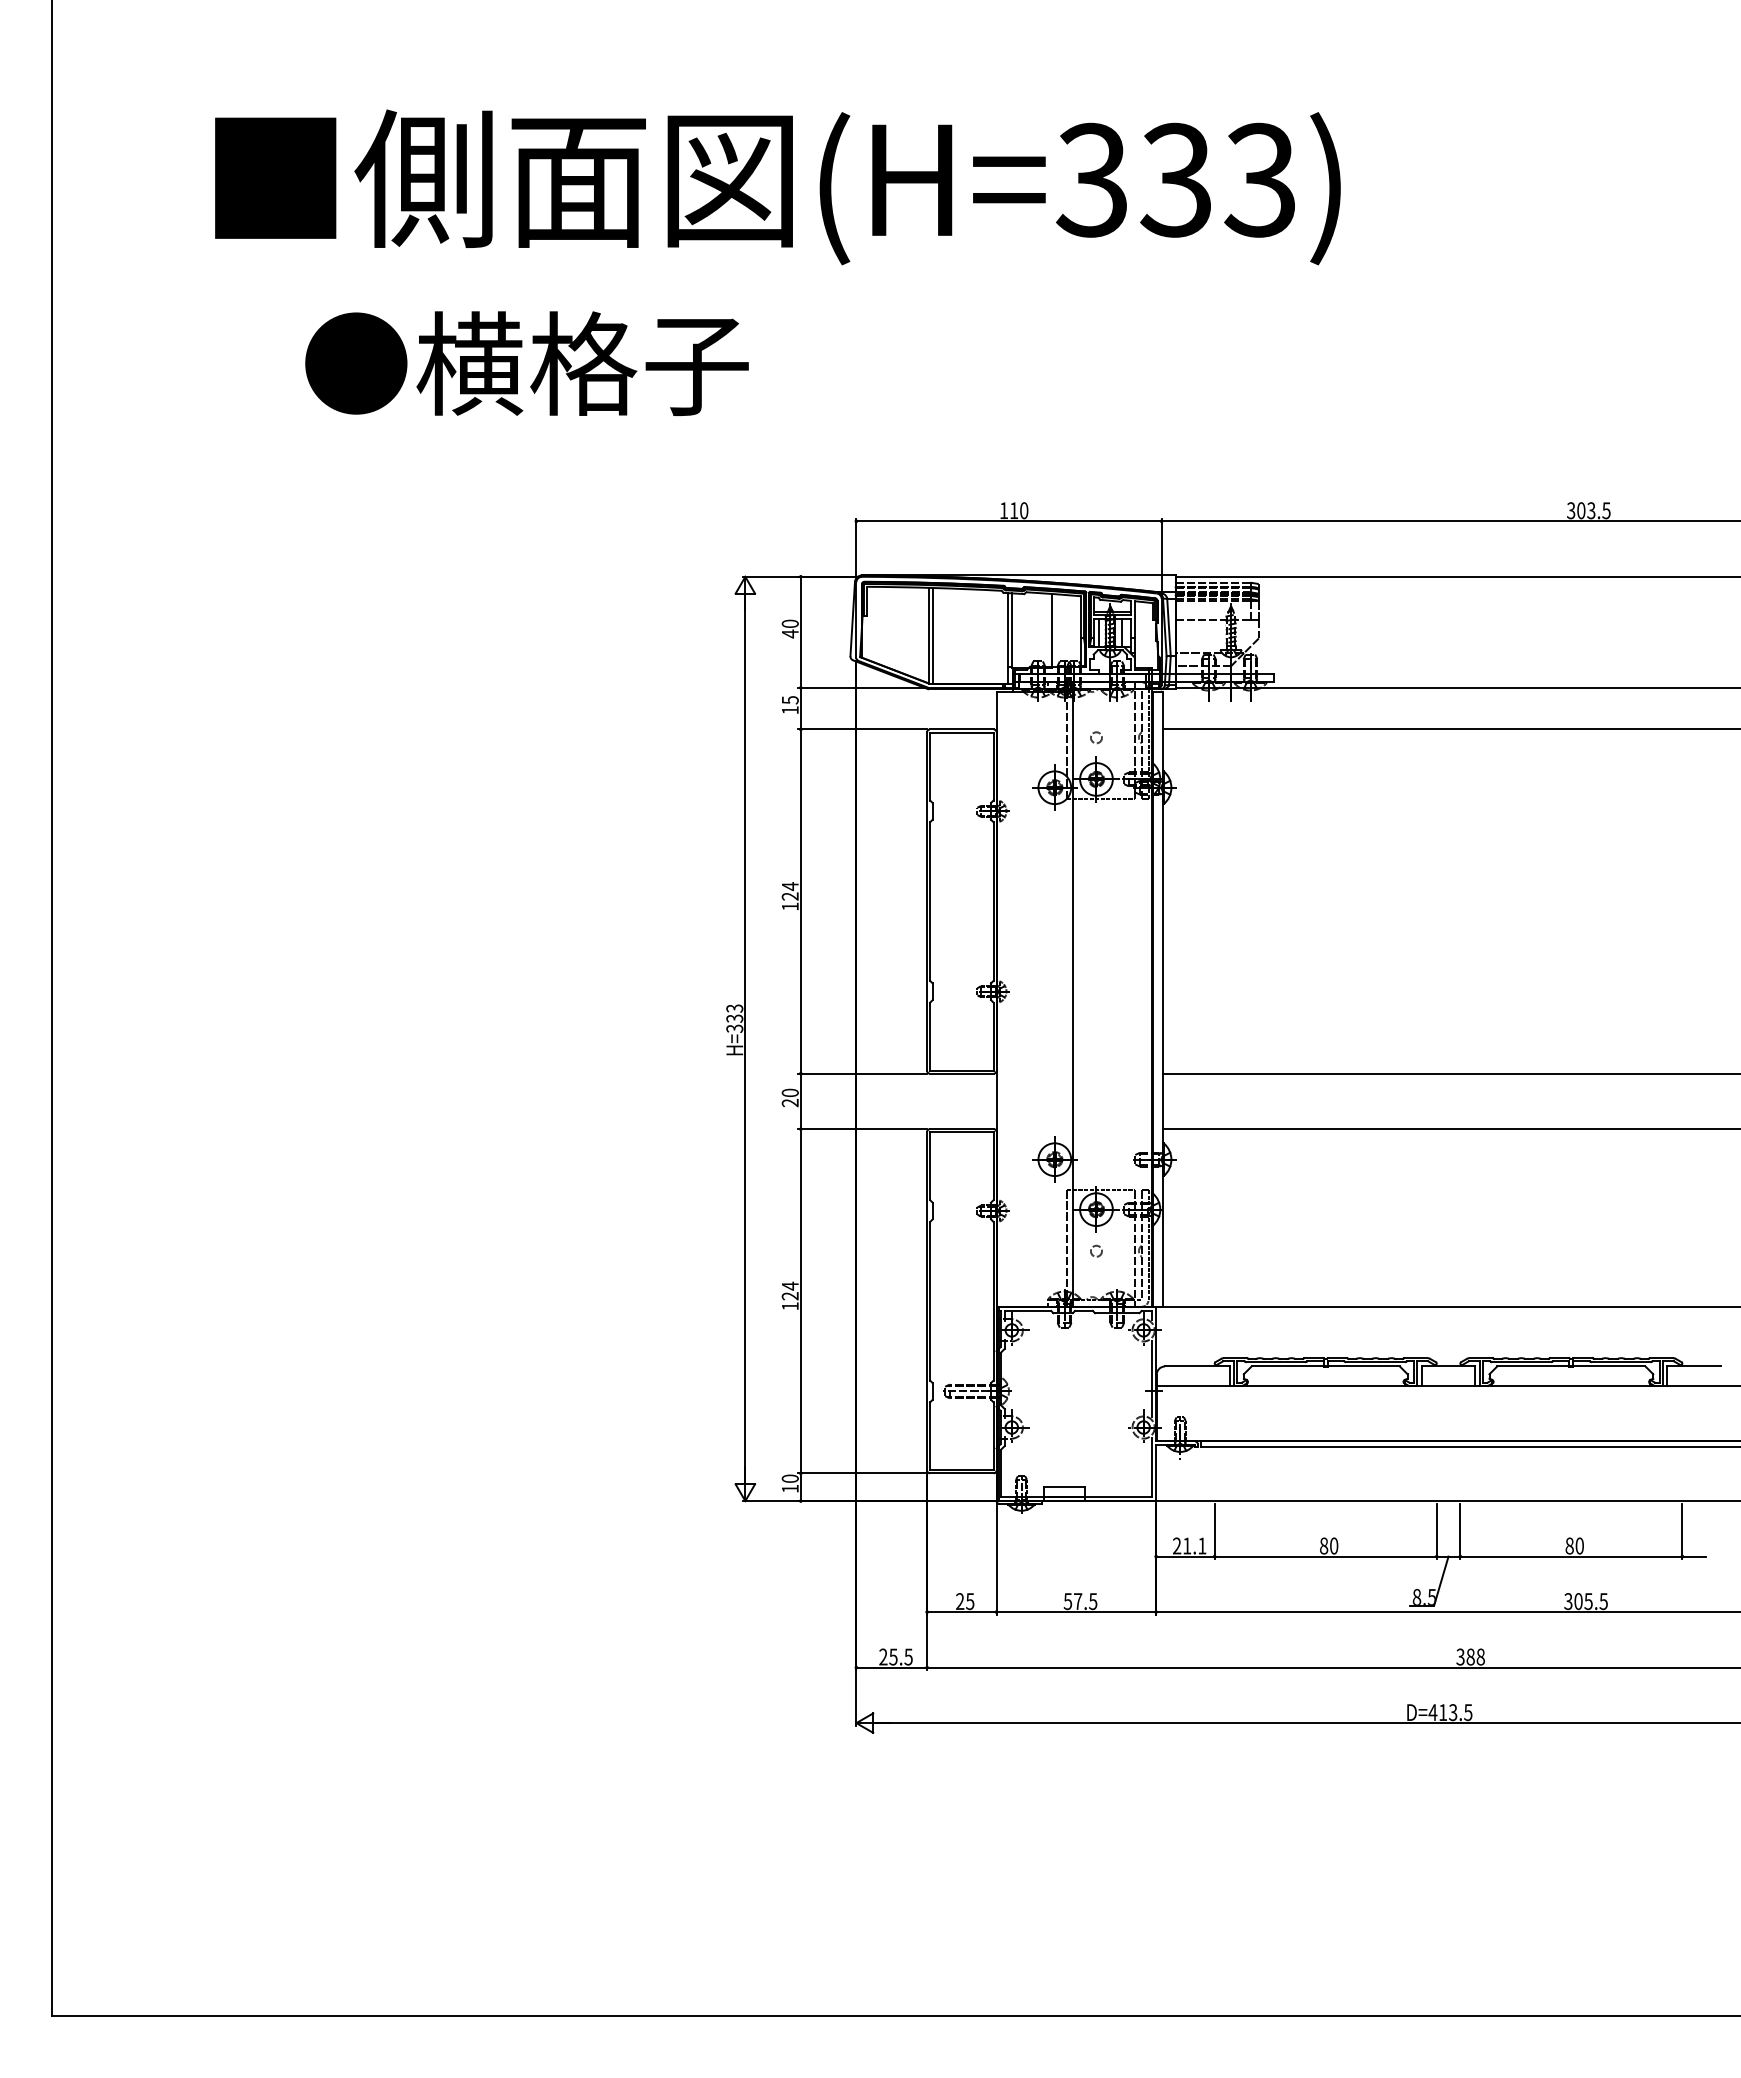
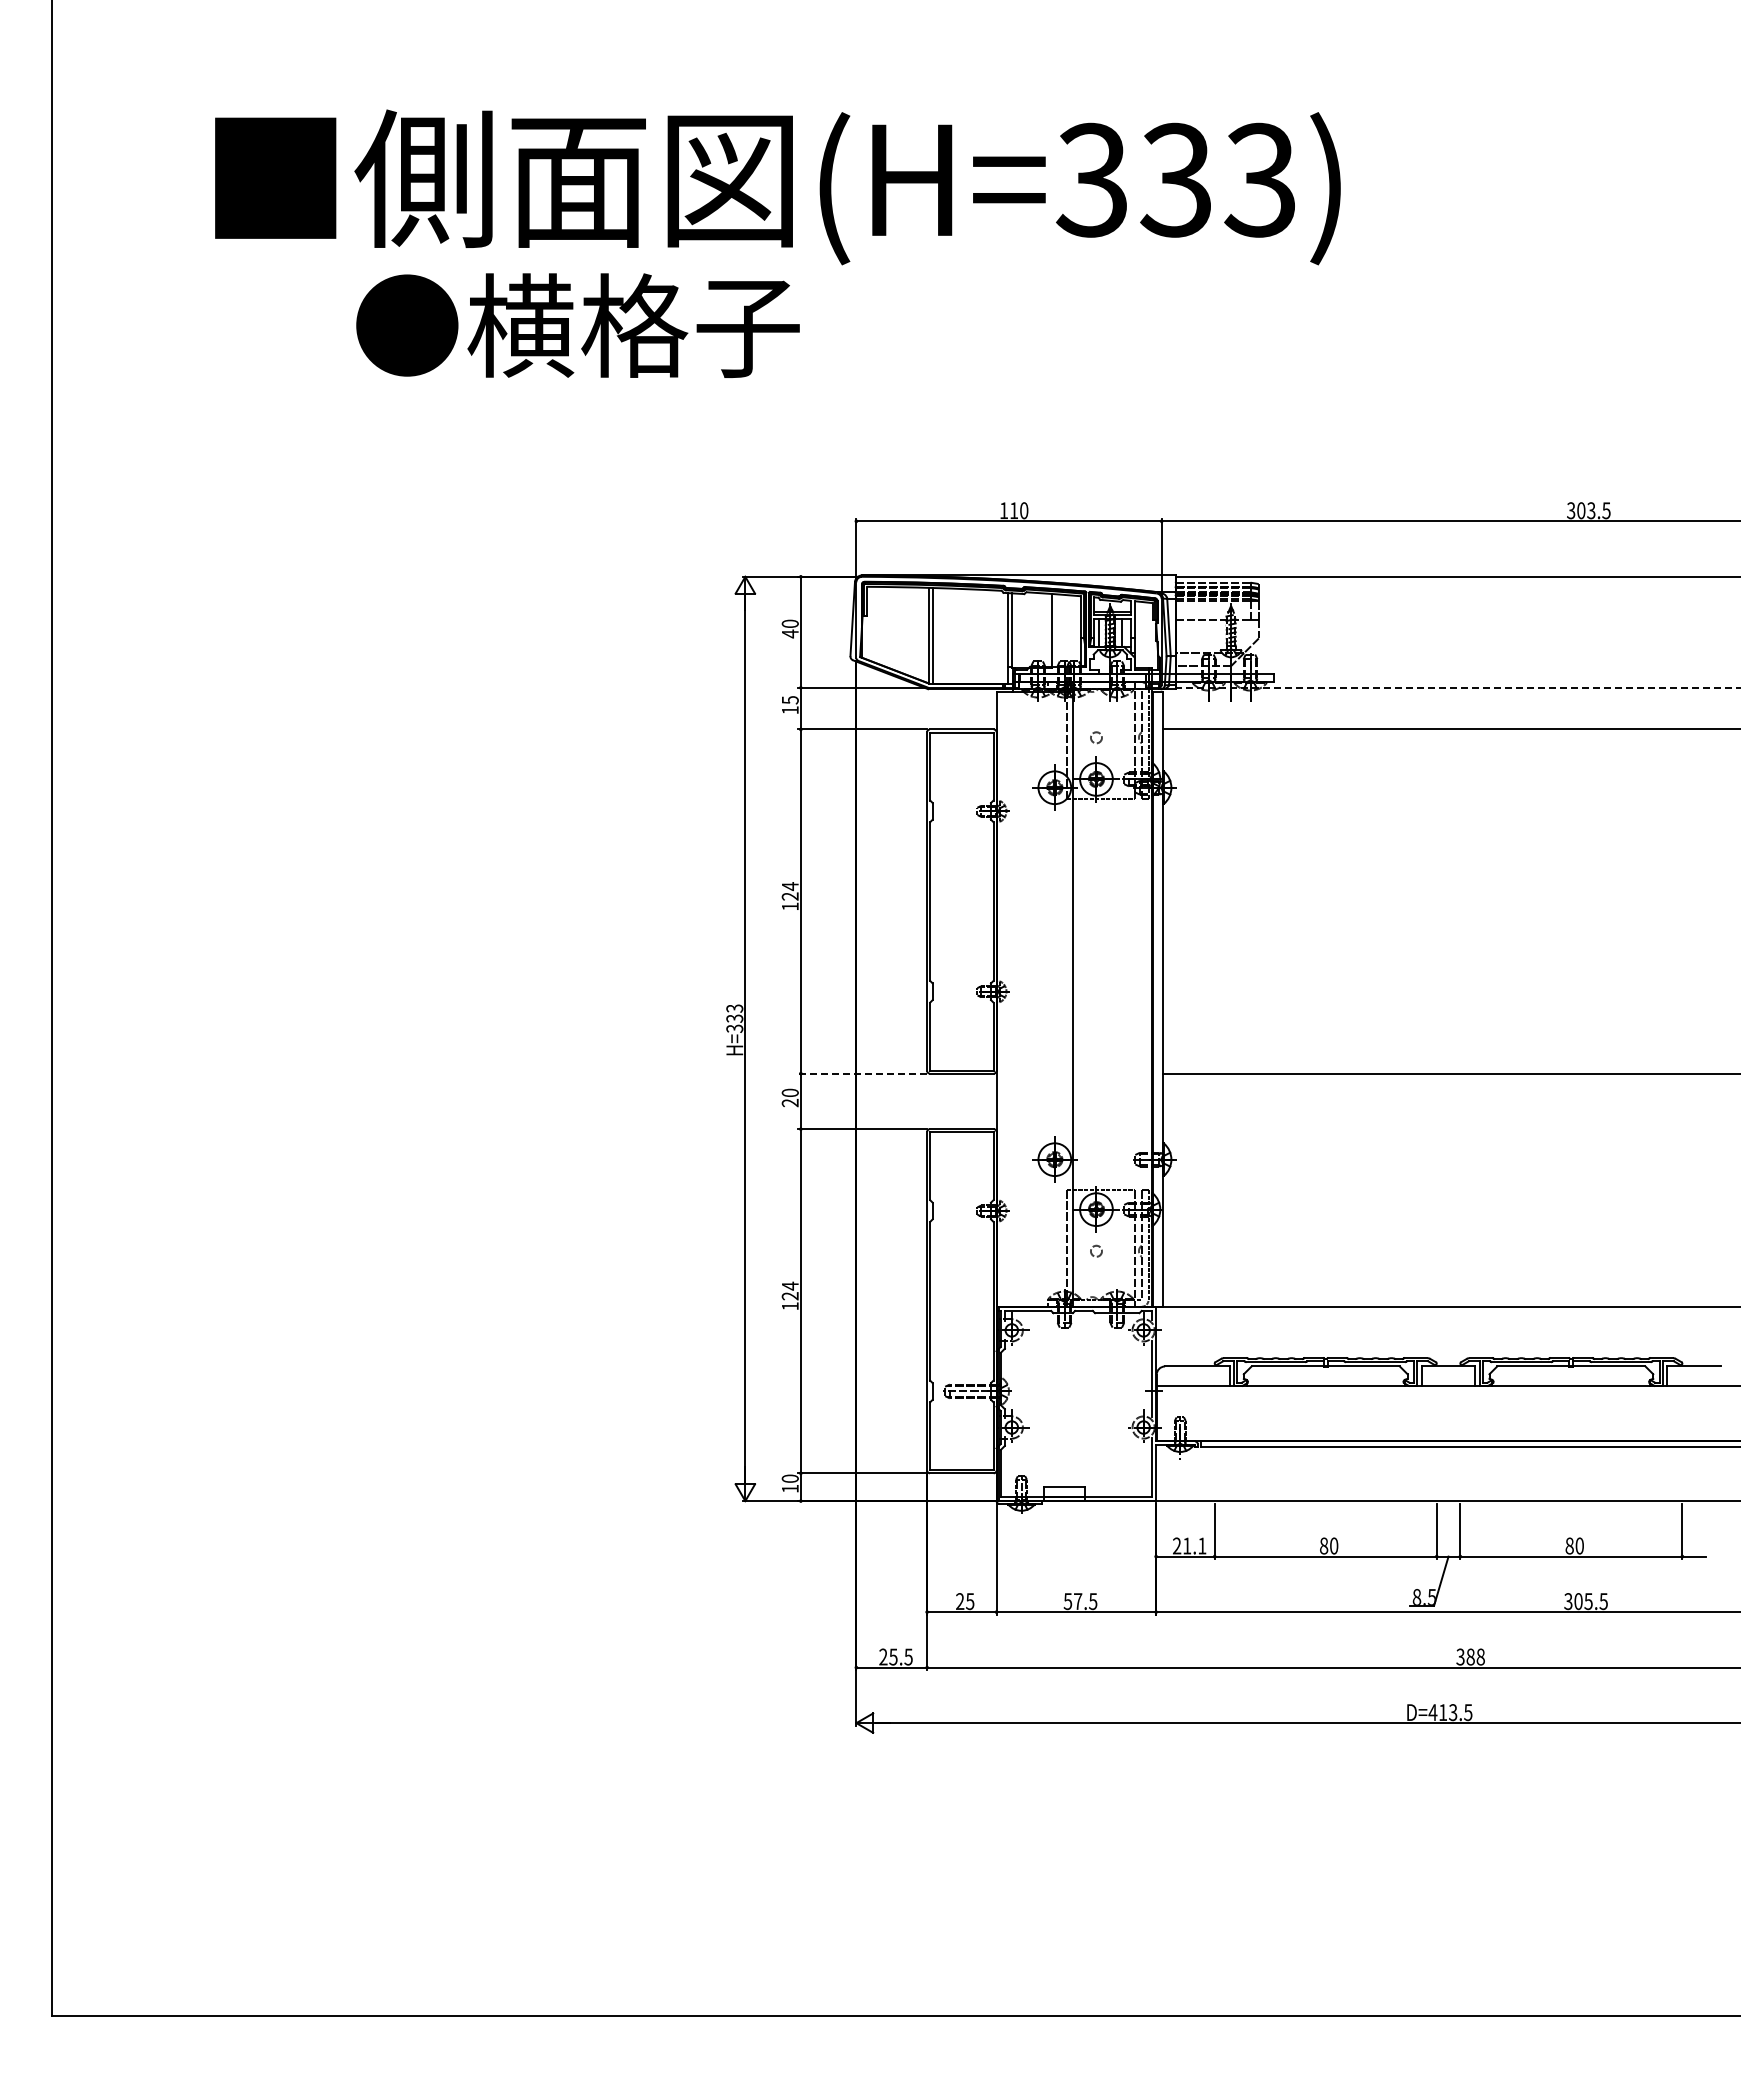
text at (526, 363) position: (526, 363) -> (577, 325)
line at (1457, 687): solid -> dashed
line at (862, 1073): solid -> dashed
line at (1450, 1129): present -> none
